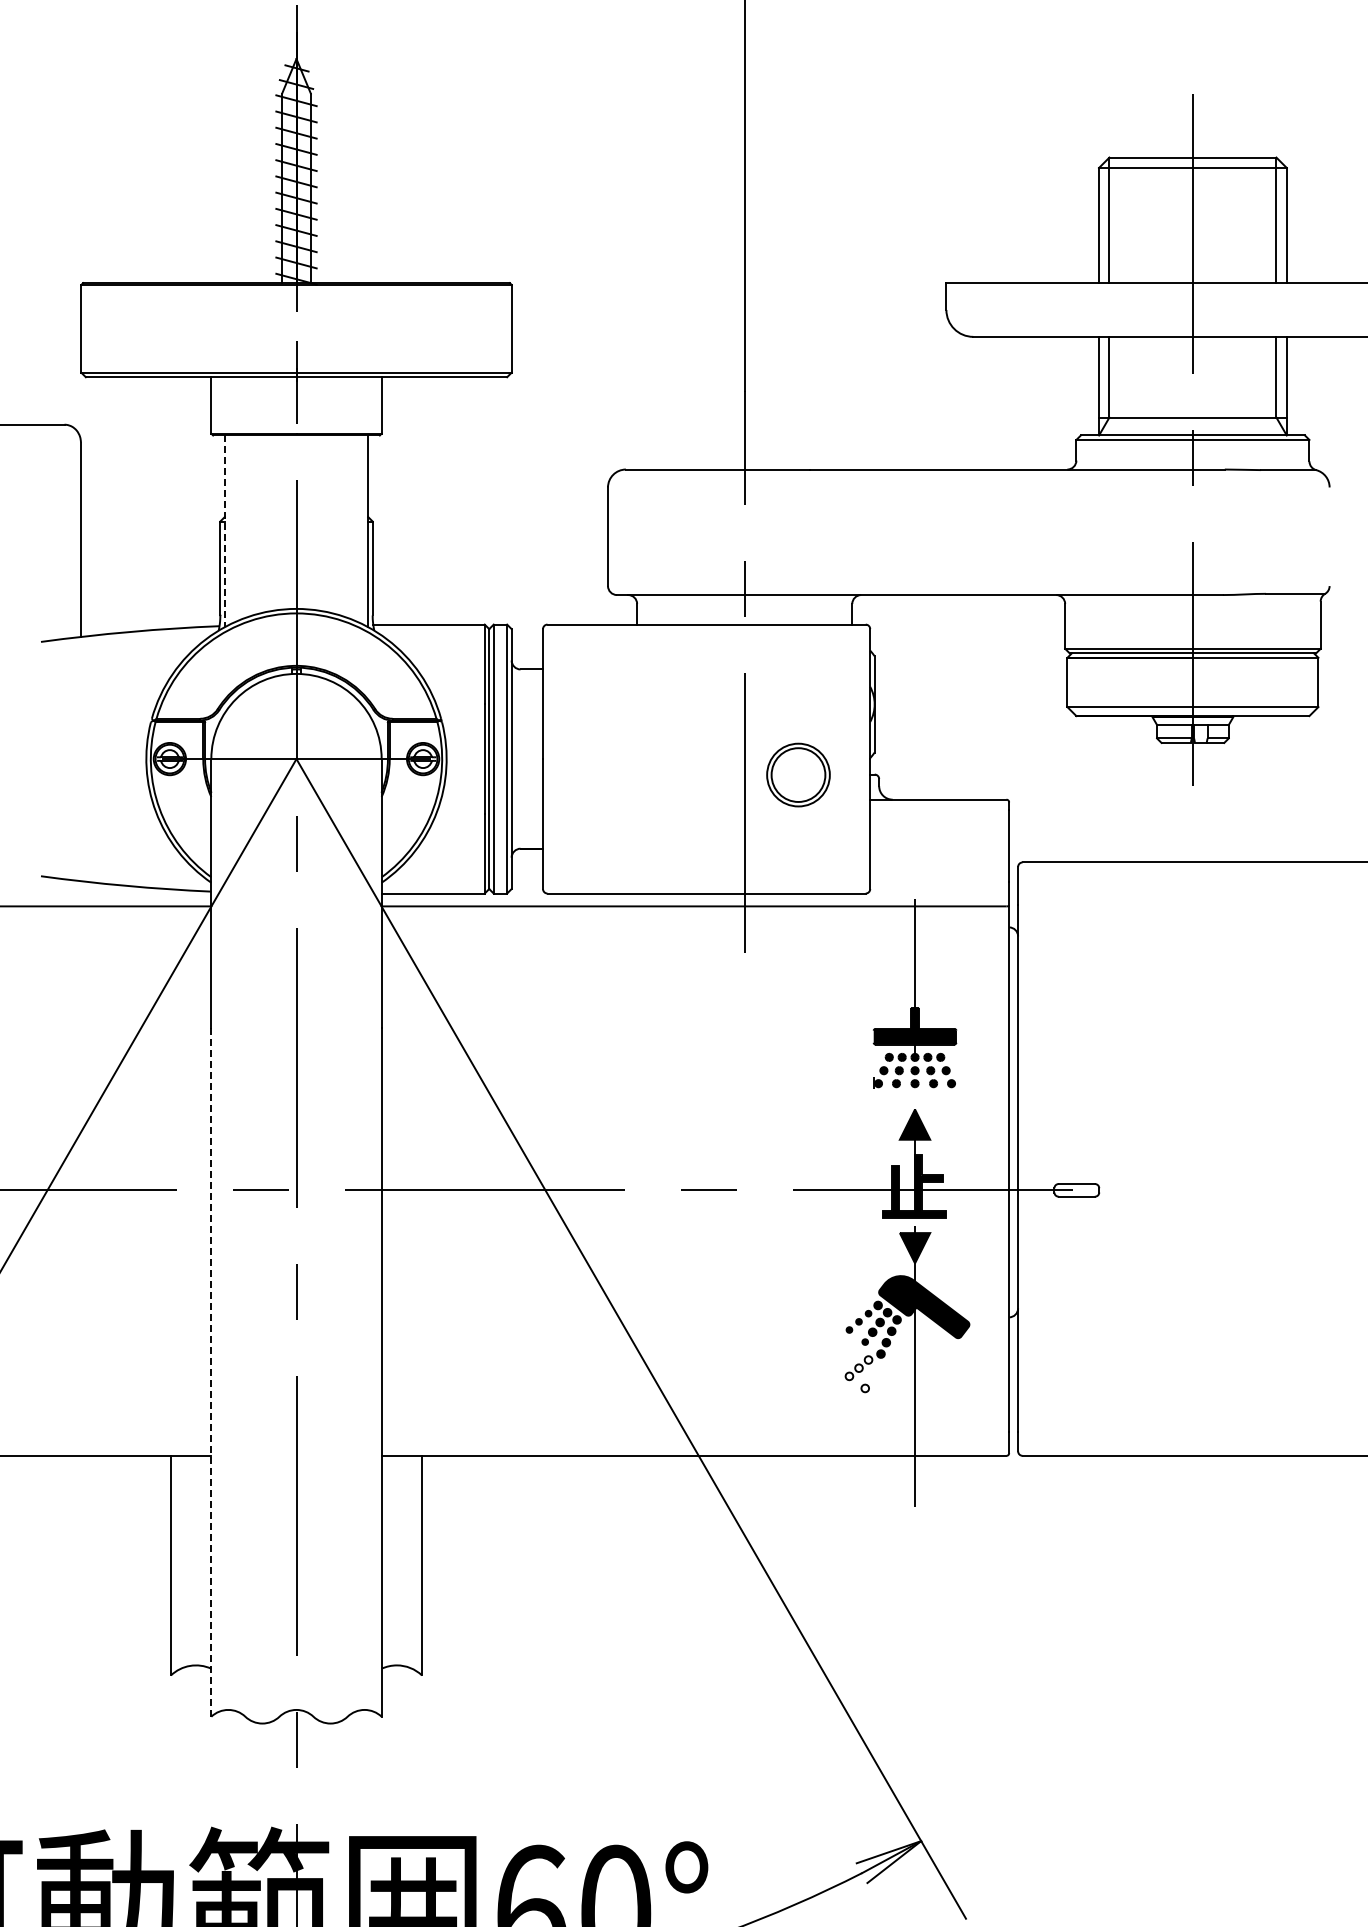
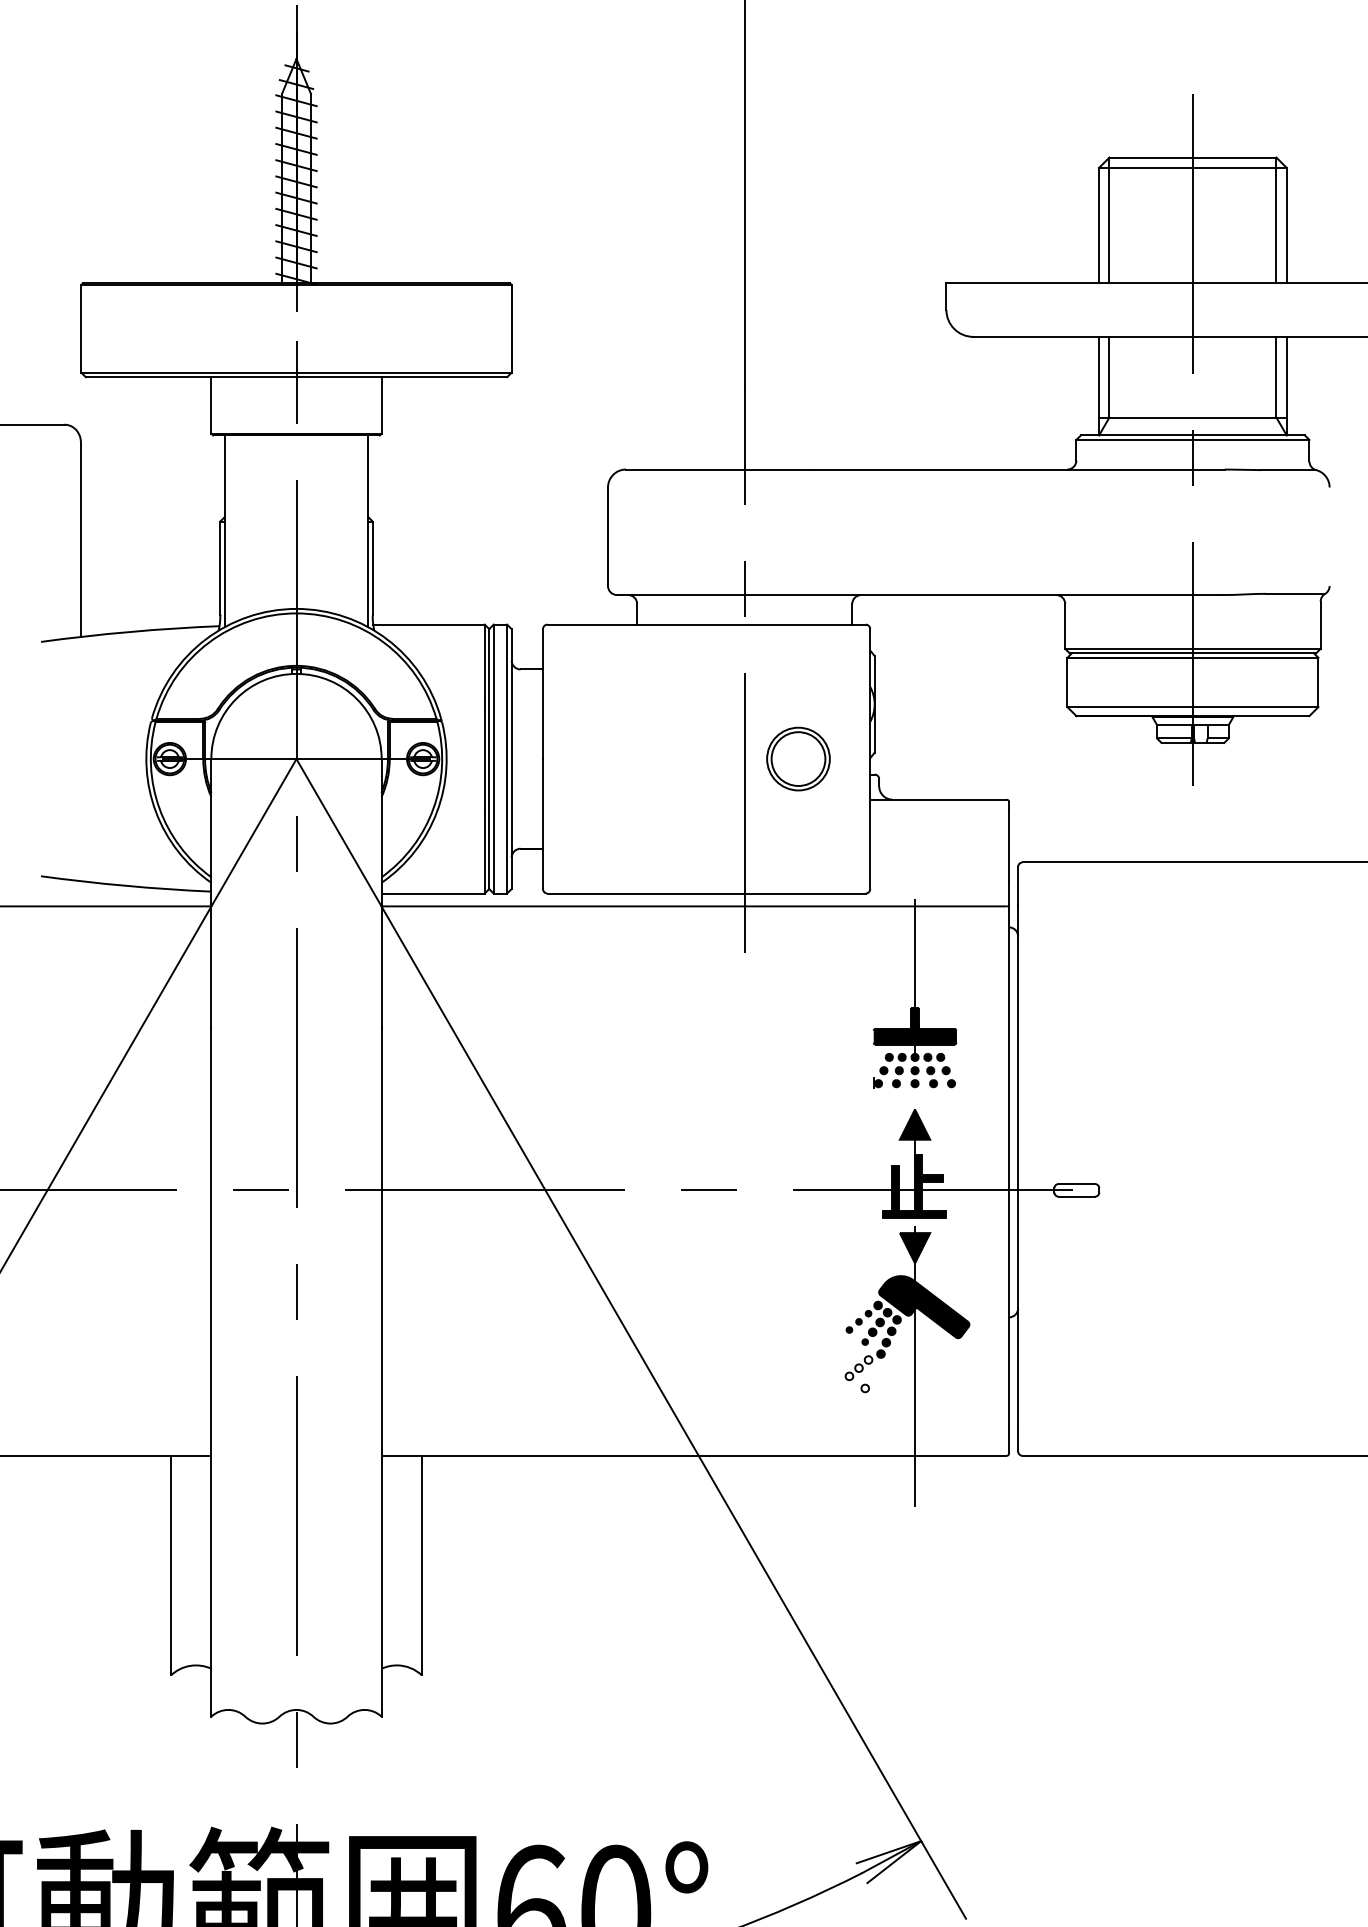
line at (224, 531): dashed -> solid
part at (798, 774) position: (798, 774) -> (798, 758)
line at (211, 1372): dashed -> solid
